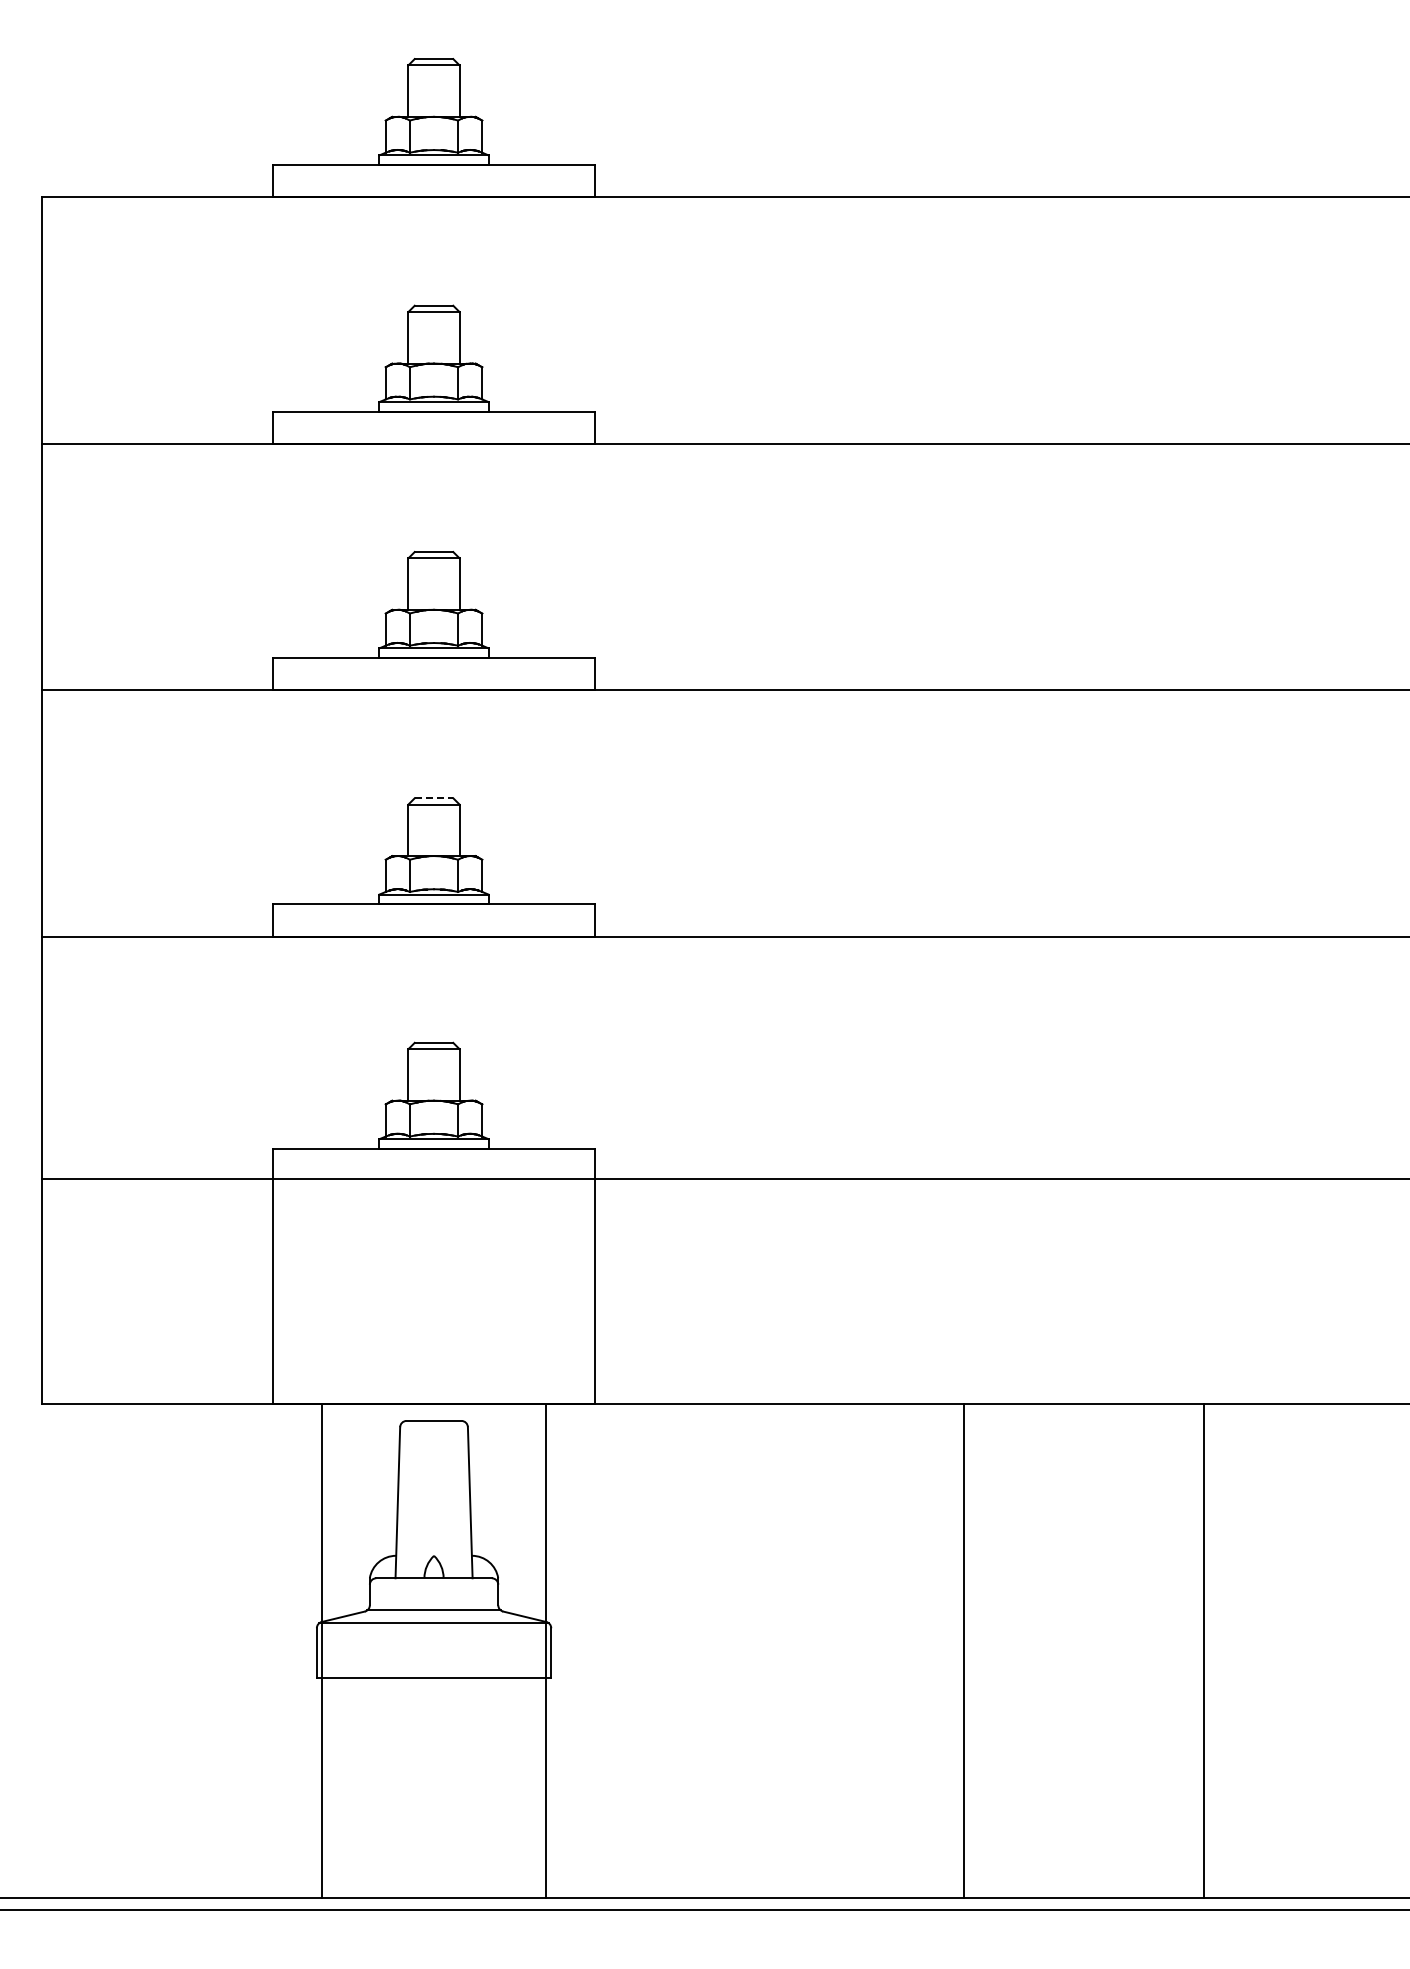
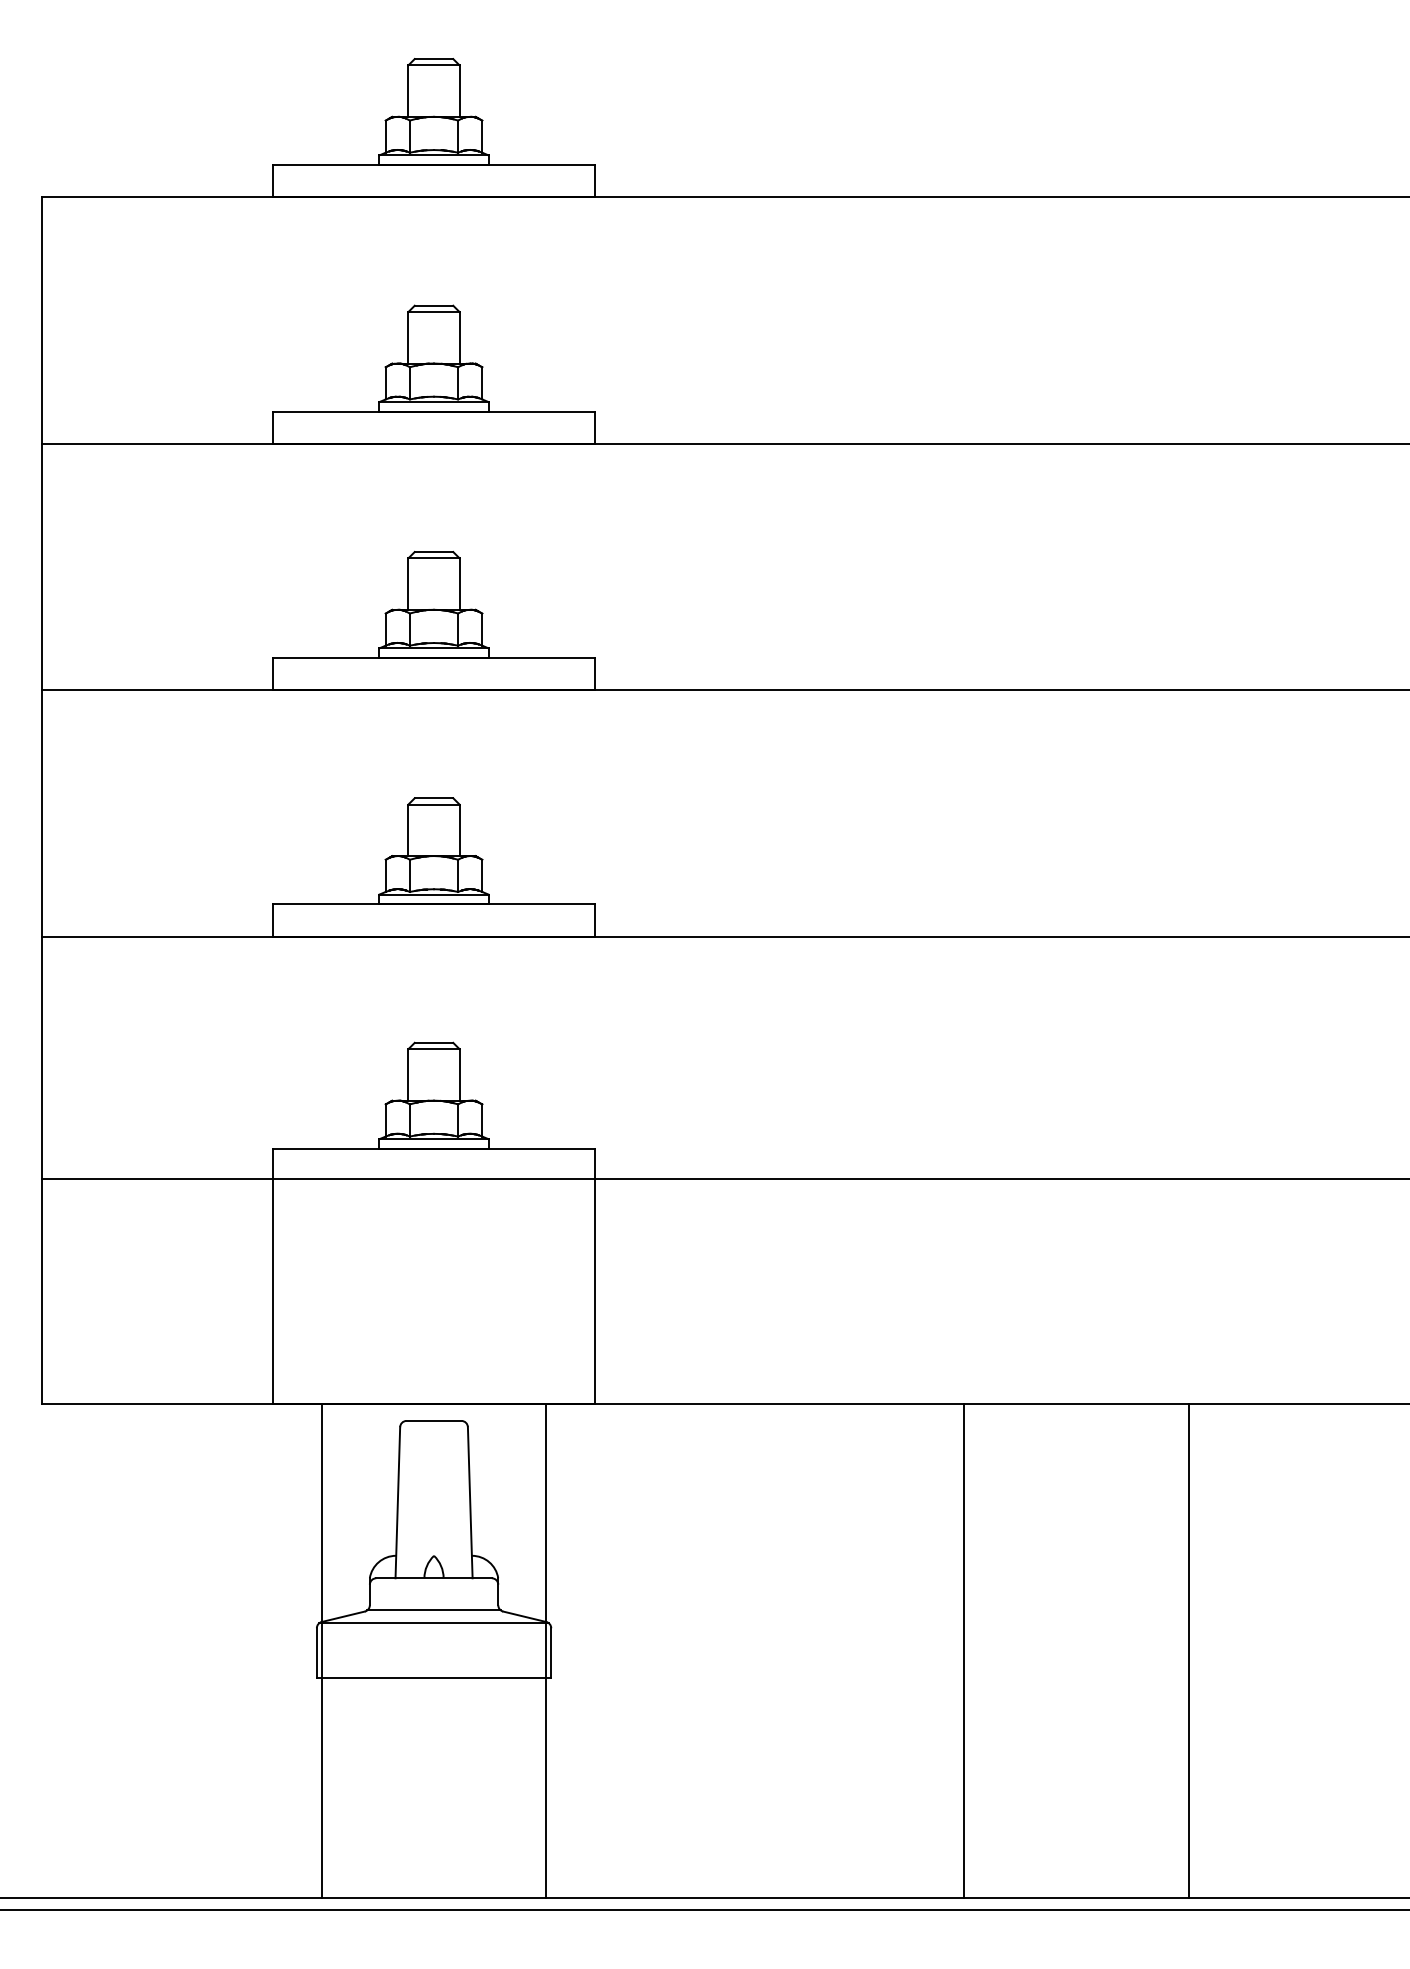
line at (434, 798): dashed -> solid
line at (1203, 1650) position: (1203, 1650) -> (1188, 1650)
